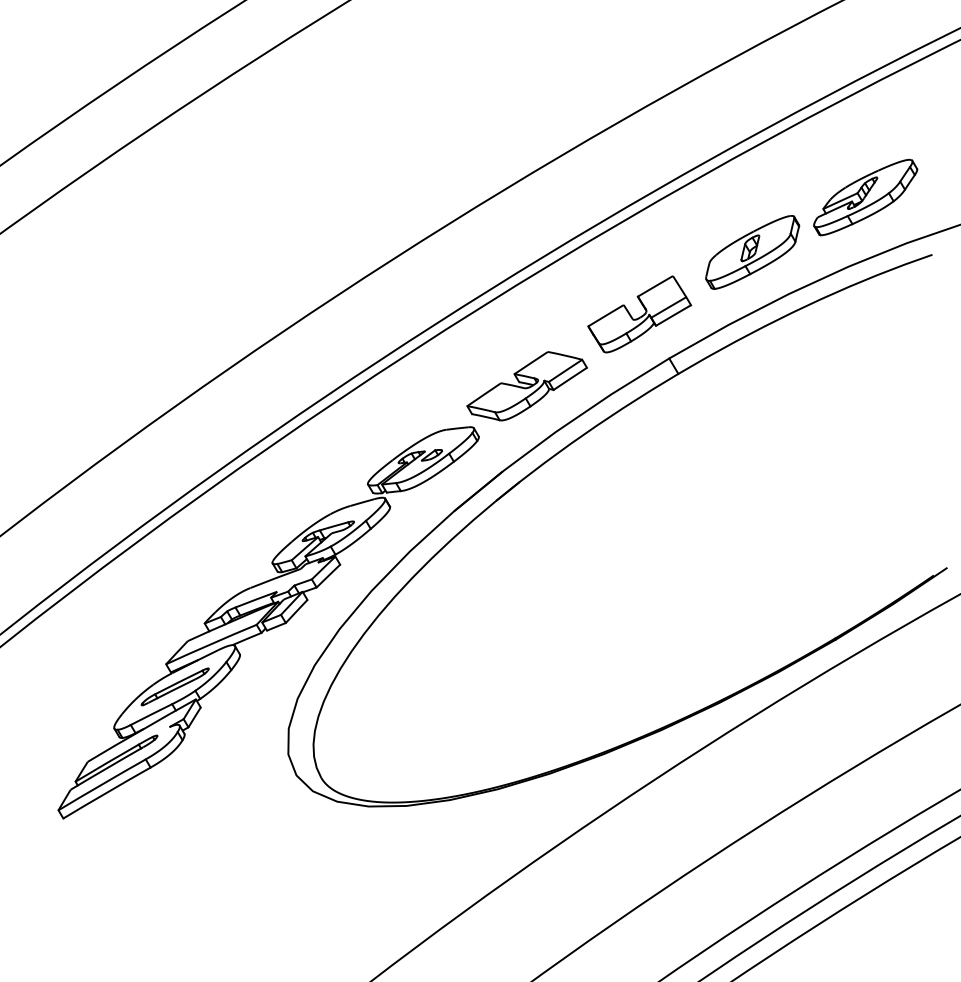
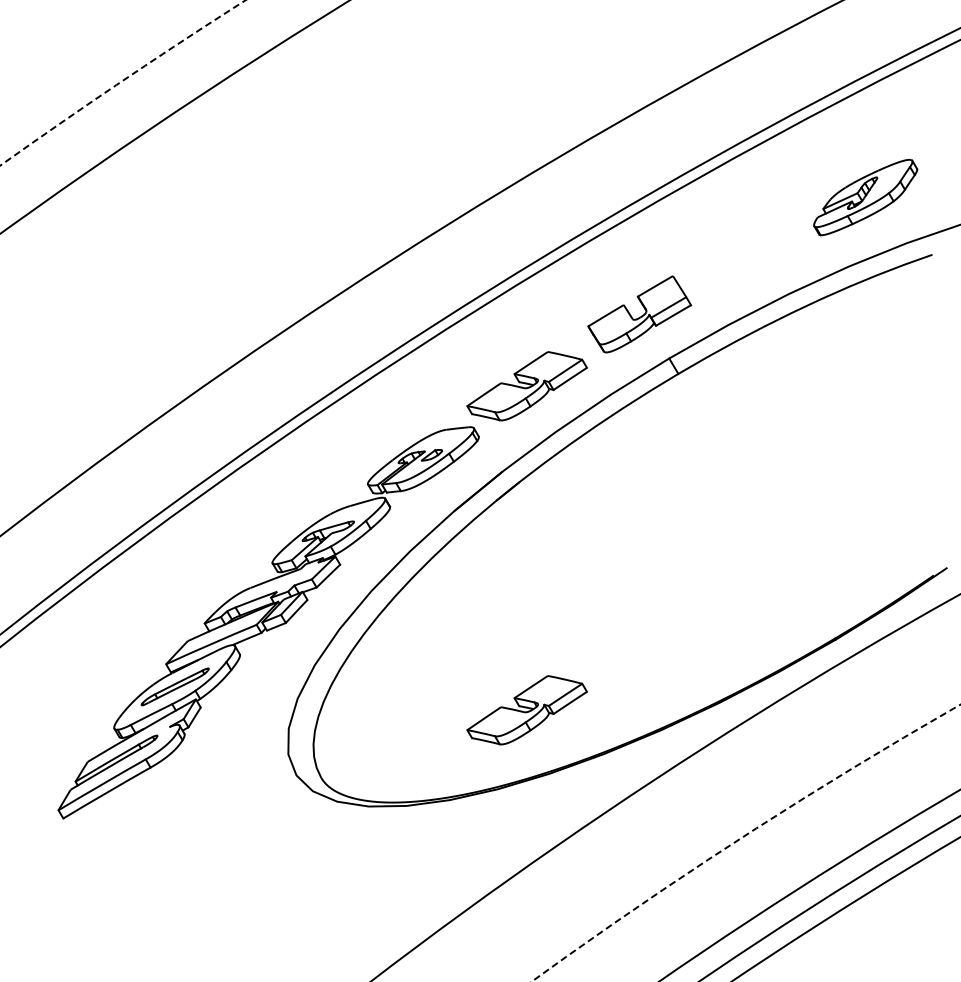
circle at (122, 82): solid -> dashed
part at (752, 252): present -> none
part at (526, 710): none -> present
circle at (746, 842): solid -> dashed
